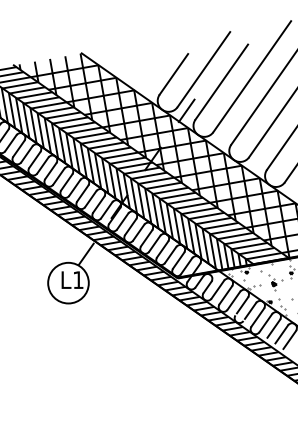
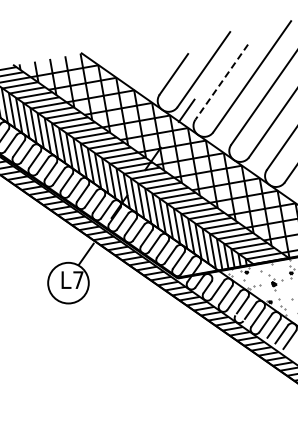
line at (221, 82): solid -> dashed
text at (78, 279): L1 -> L7
